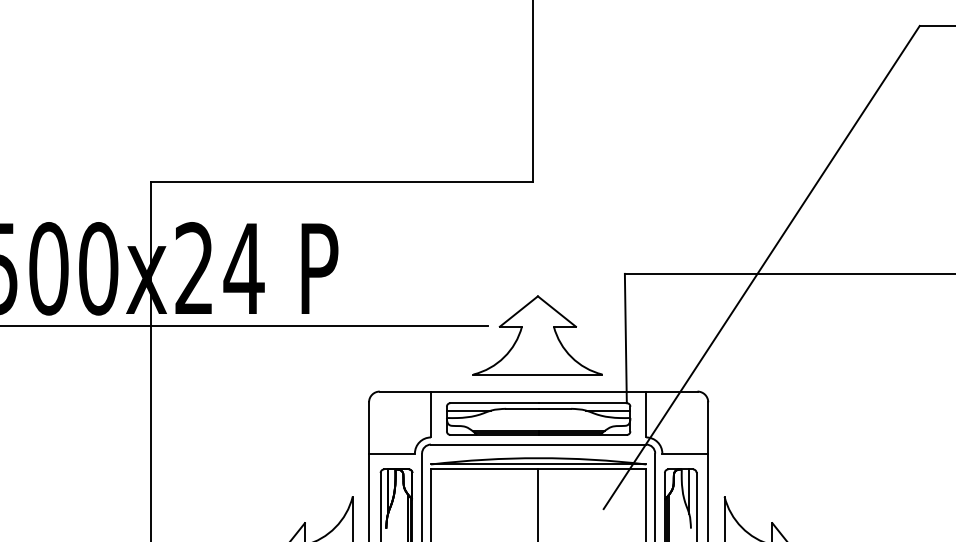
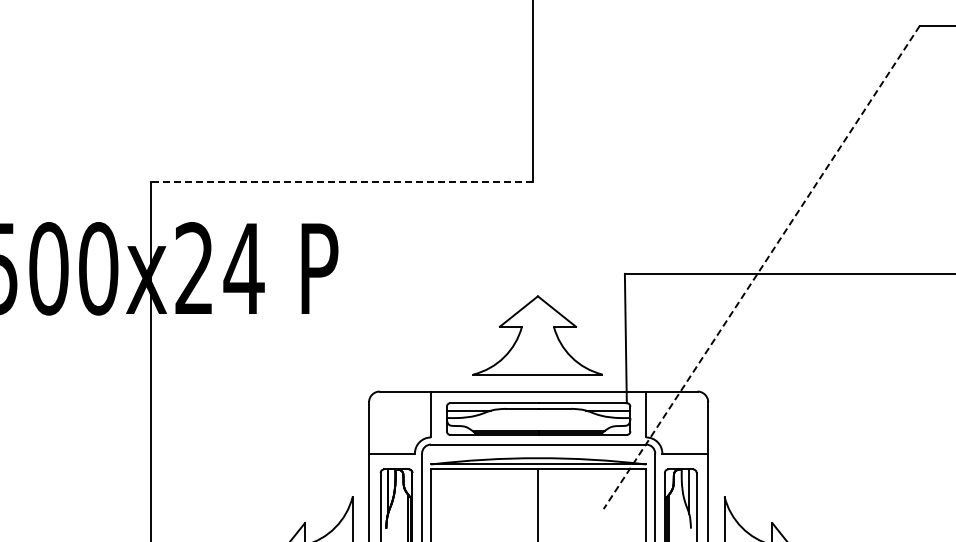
line at (341, 181): solid -> dashed
line at (761, 267): solid -> dashed
line at (245, 326): present -> none
